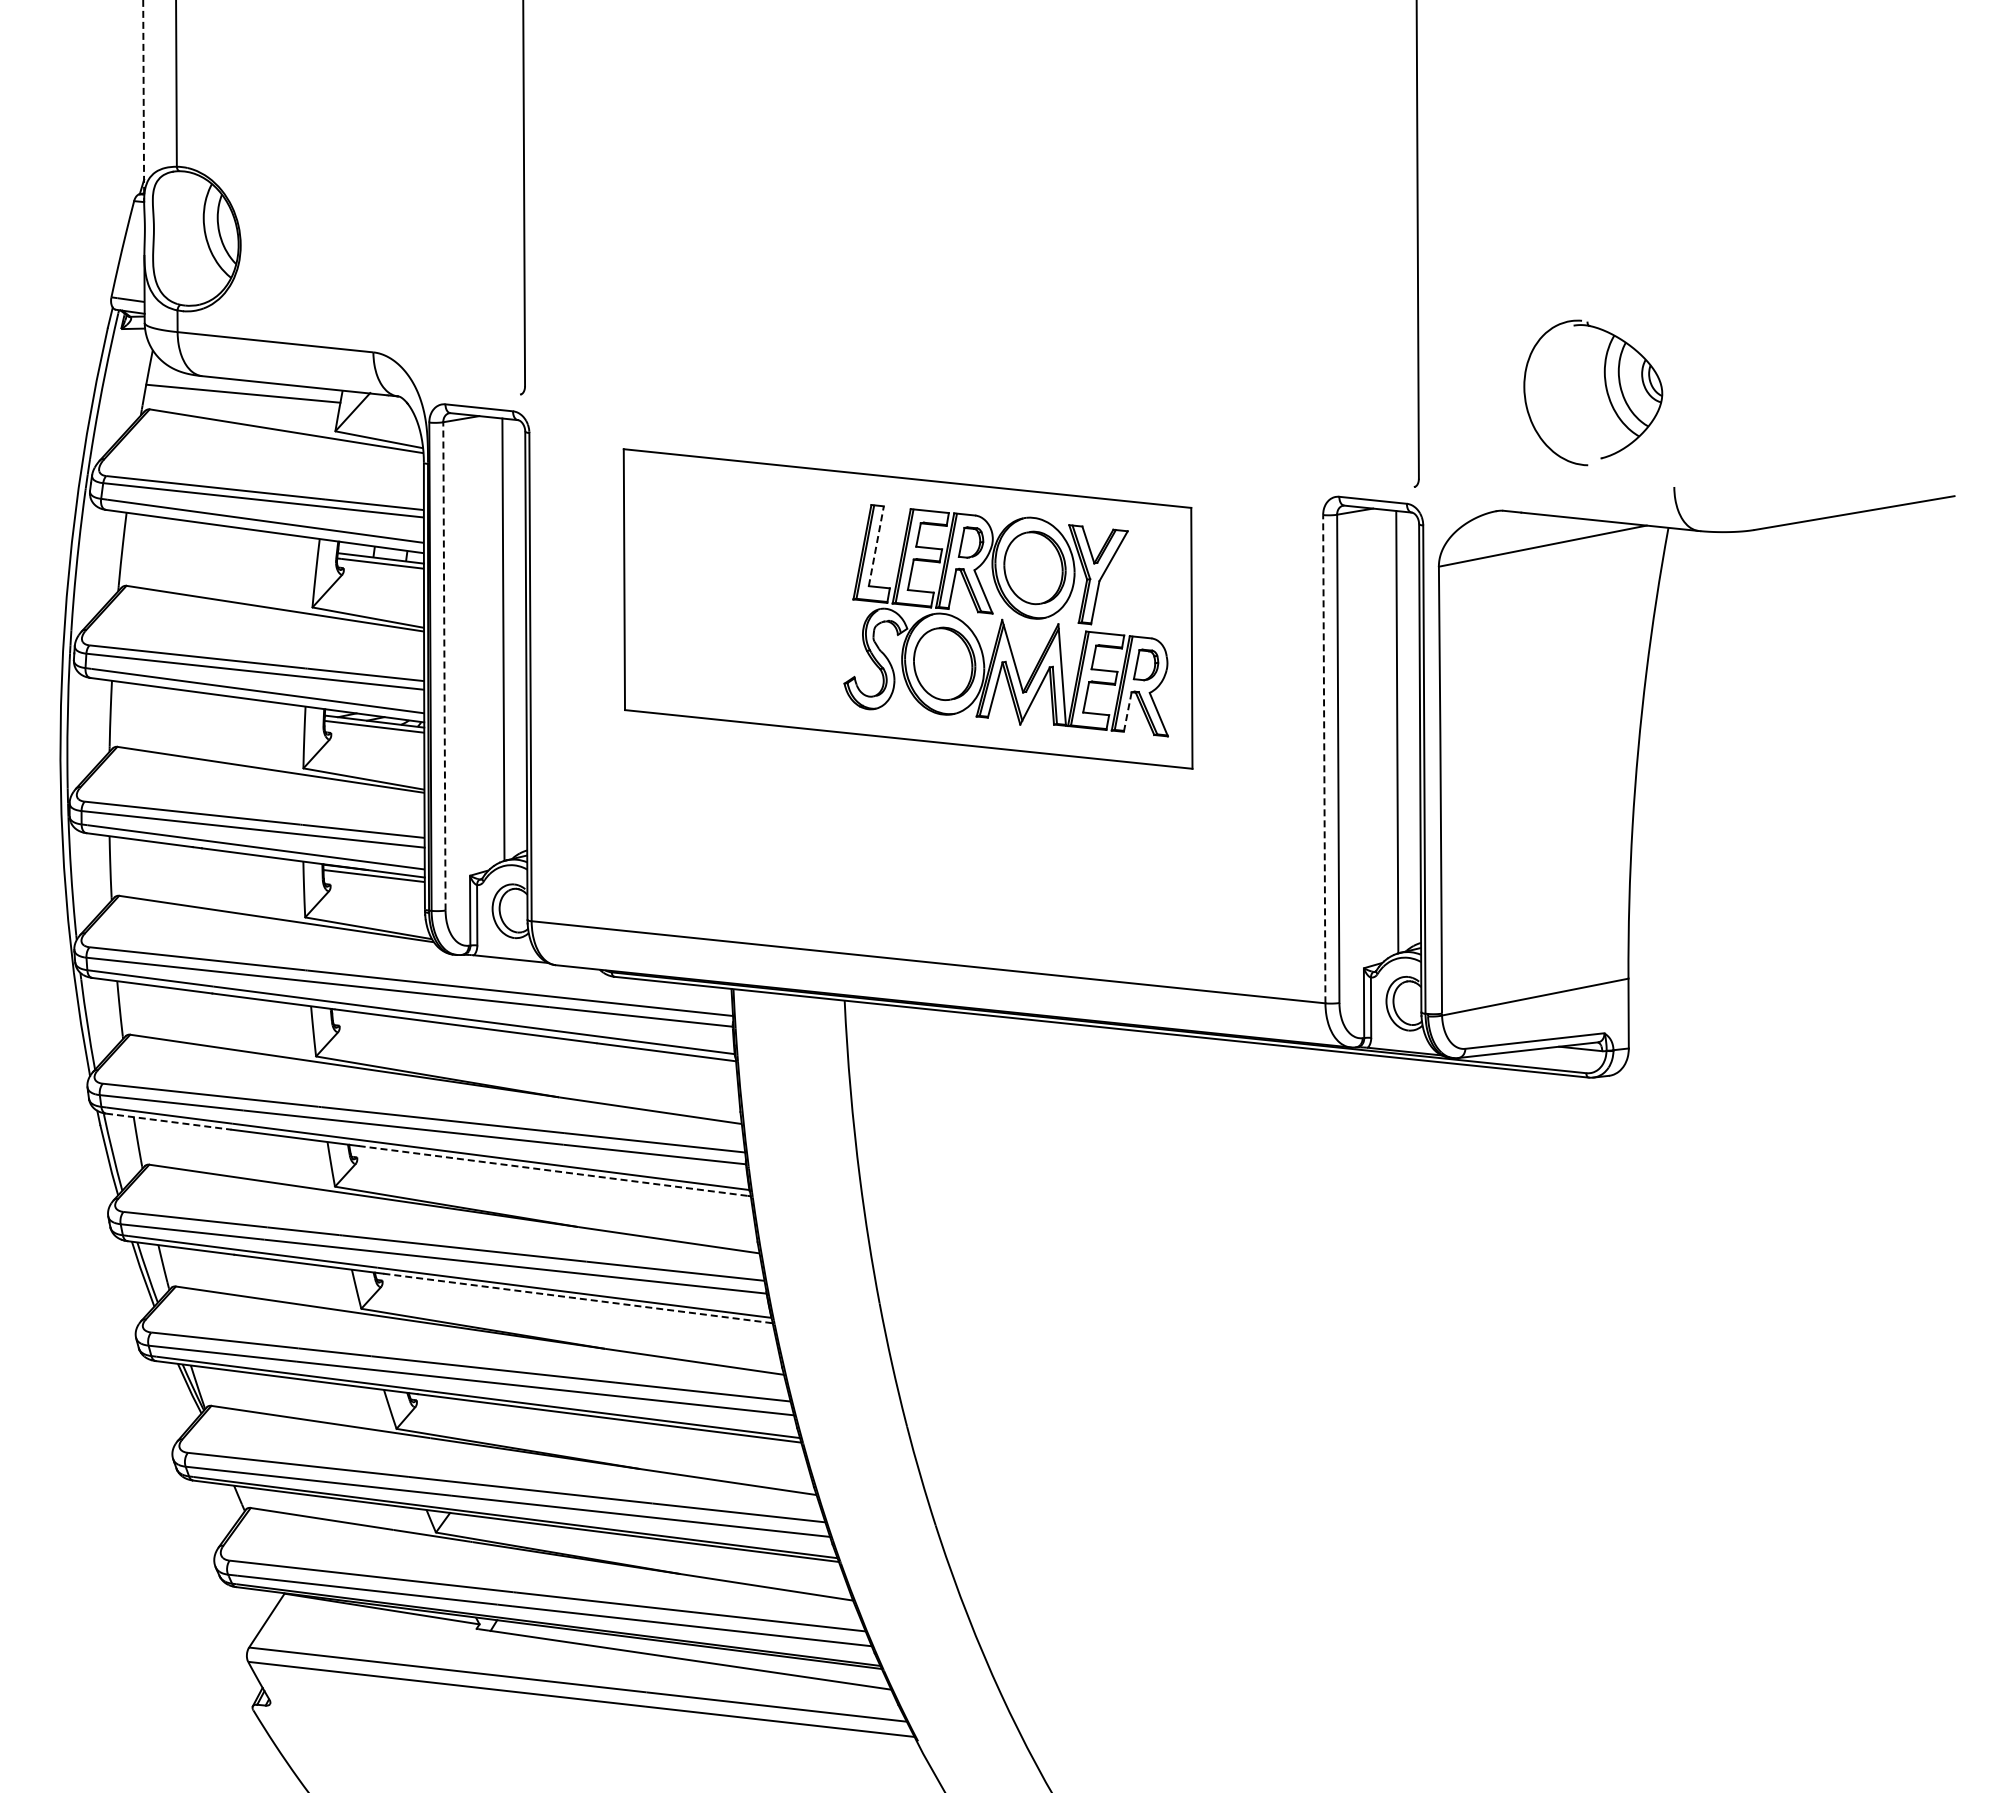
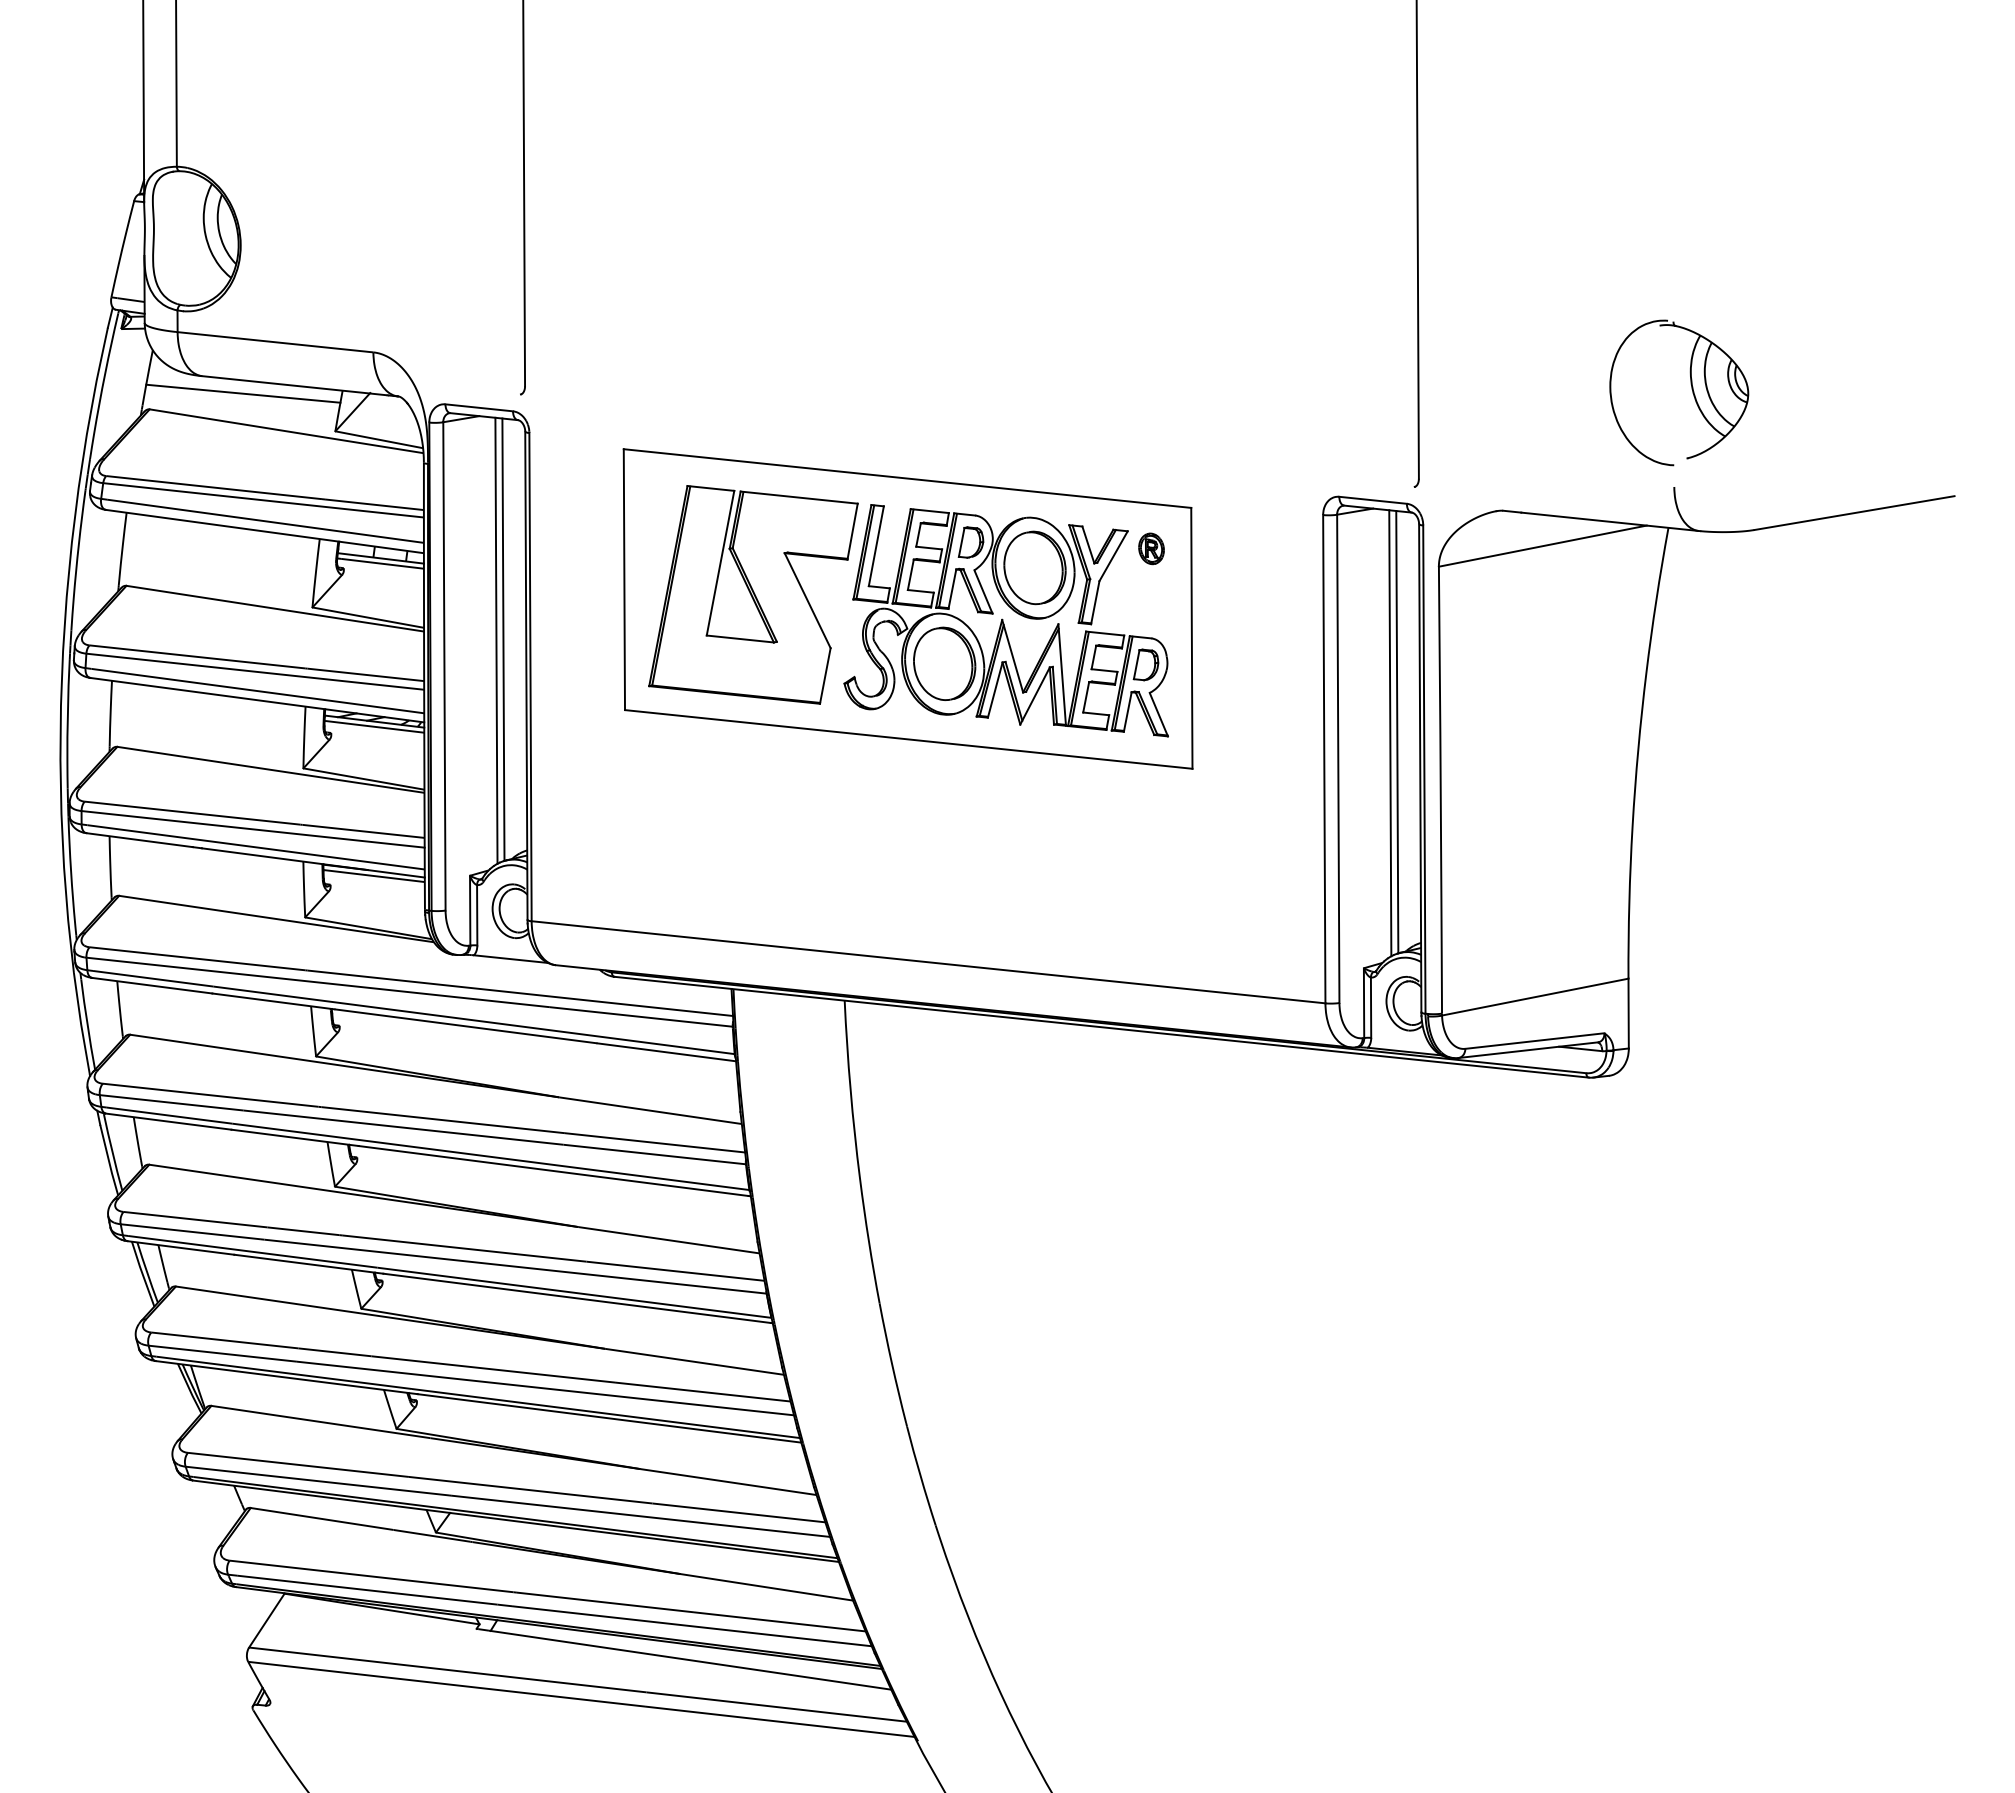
line at (143, 101): dashed -> solid
part at (1605, 389) position: (1605, 389) -> (1691, 389)
line at (876, 546): dashed -> solid
part at (1151, 548): none -> present
part at (753, 594): none -> present
line at (496, 640): none -> present
line at (444, 665): dashed -> solid
line at (1127, 711): dashed -> solid
line at (1390, 733): none -> present
line at (1324, 758): dashed -> solid
line at (169, 1121): dashed -> solid
line at (553, 1171): dashed -> solid
line at (577, 1298): dashed -> solid
